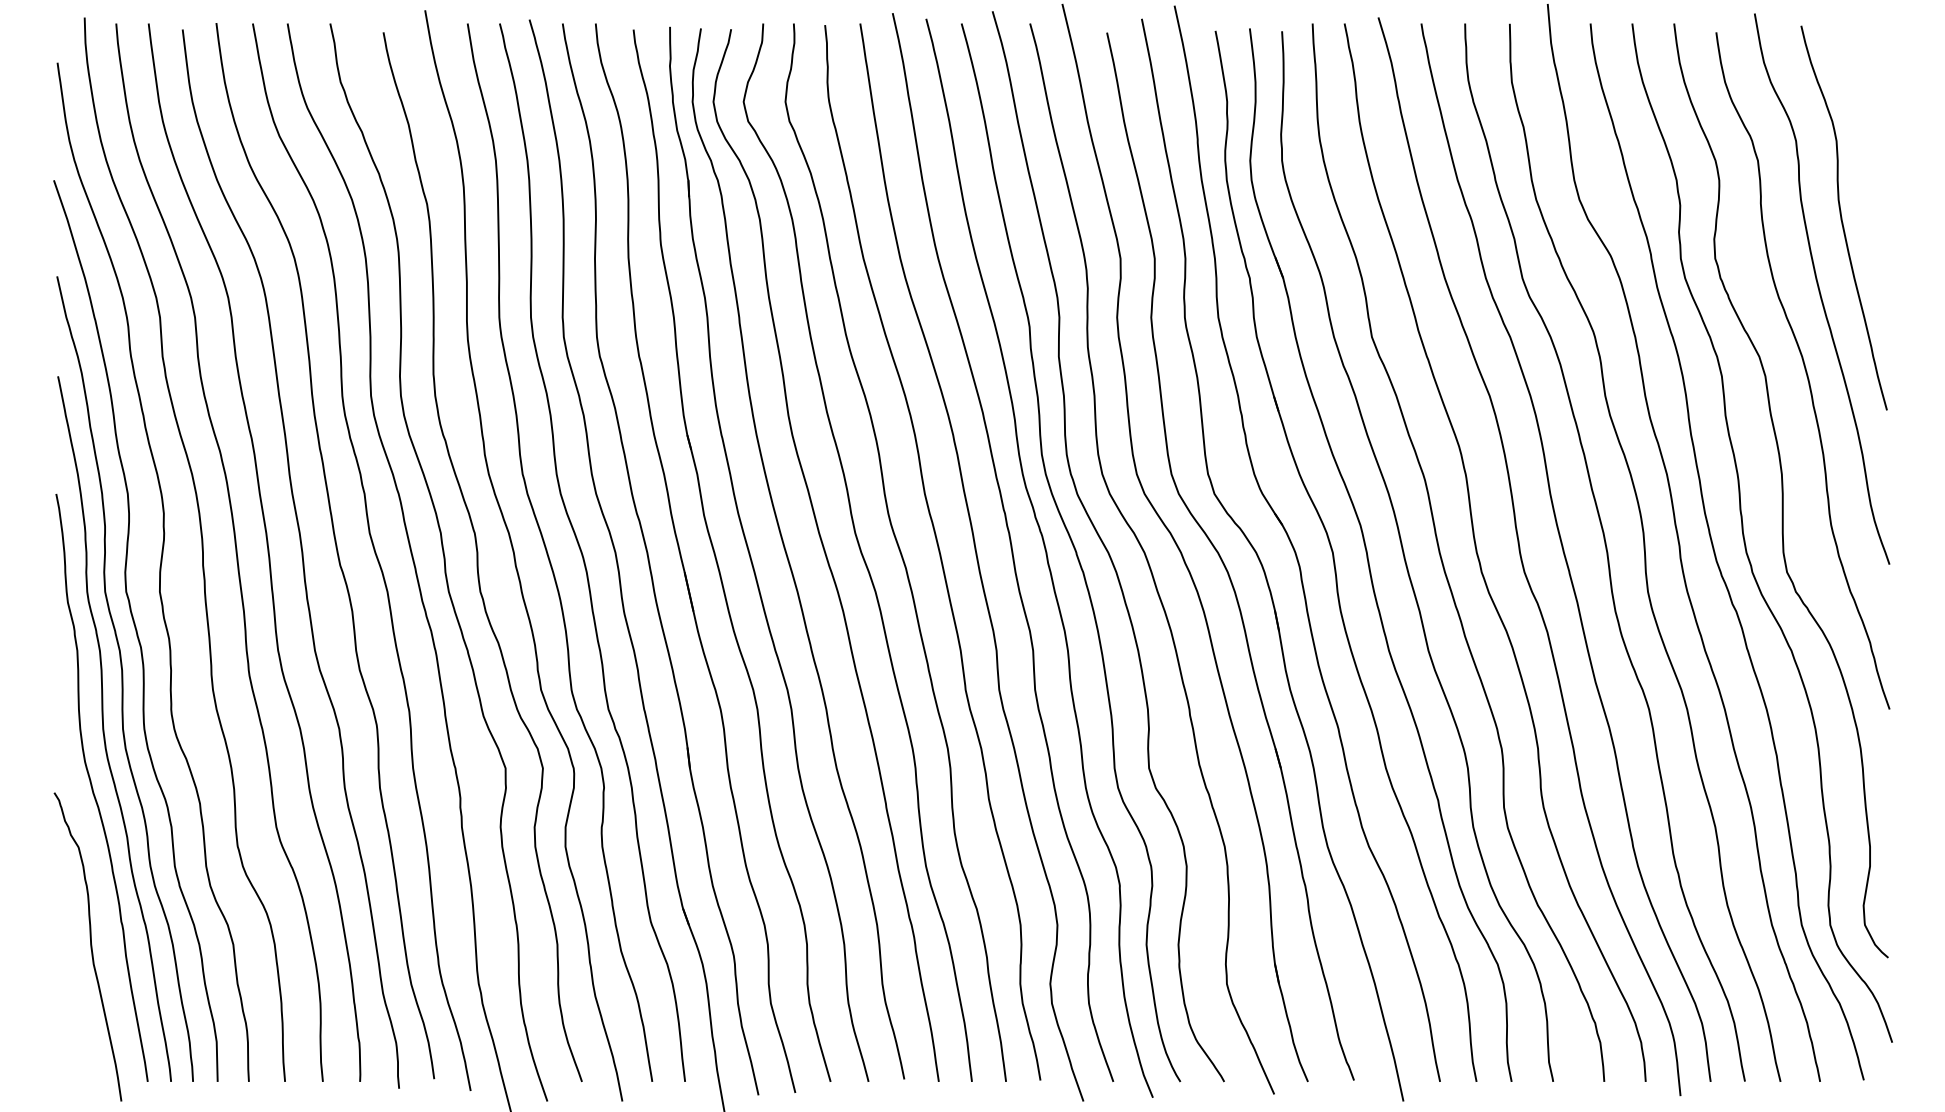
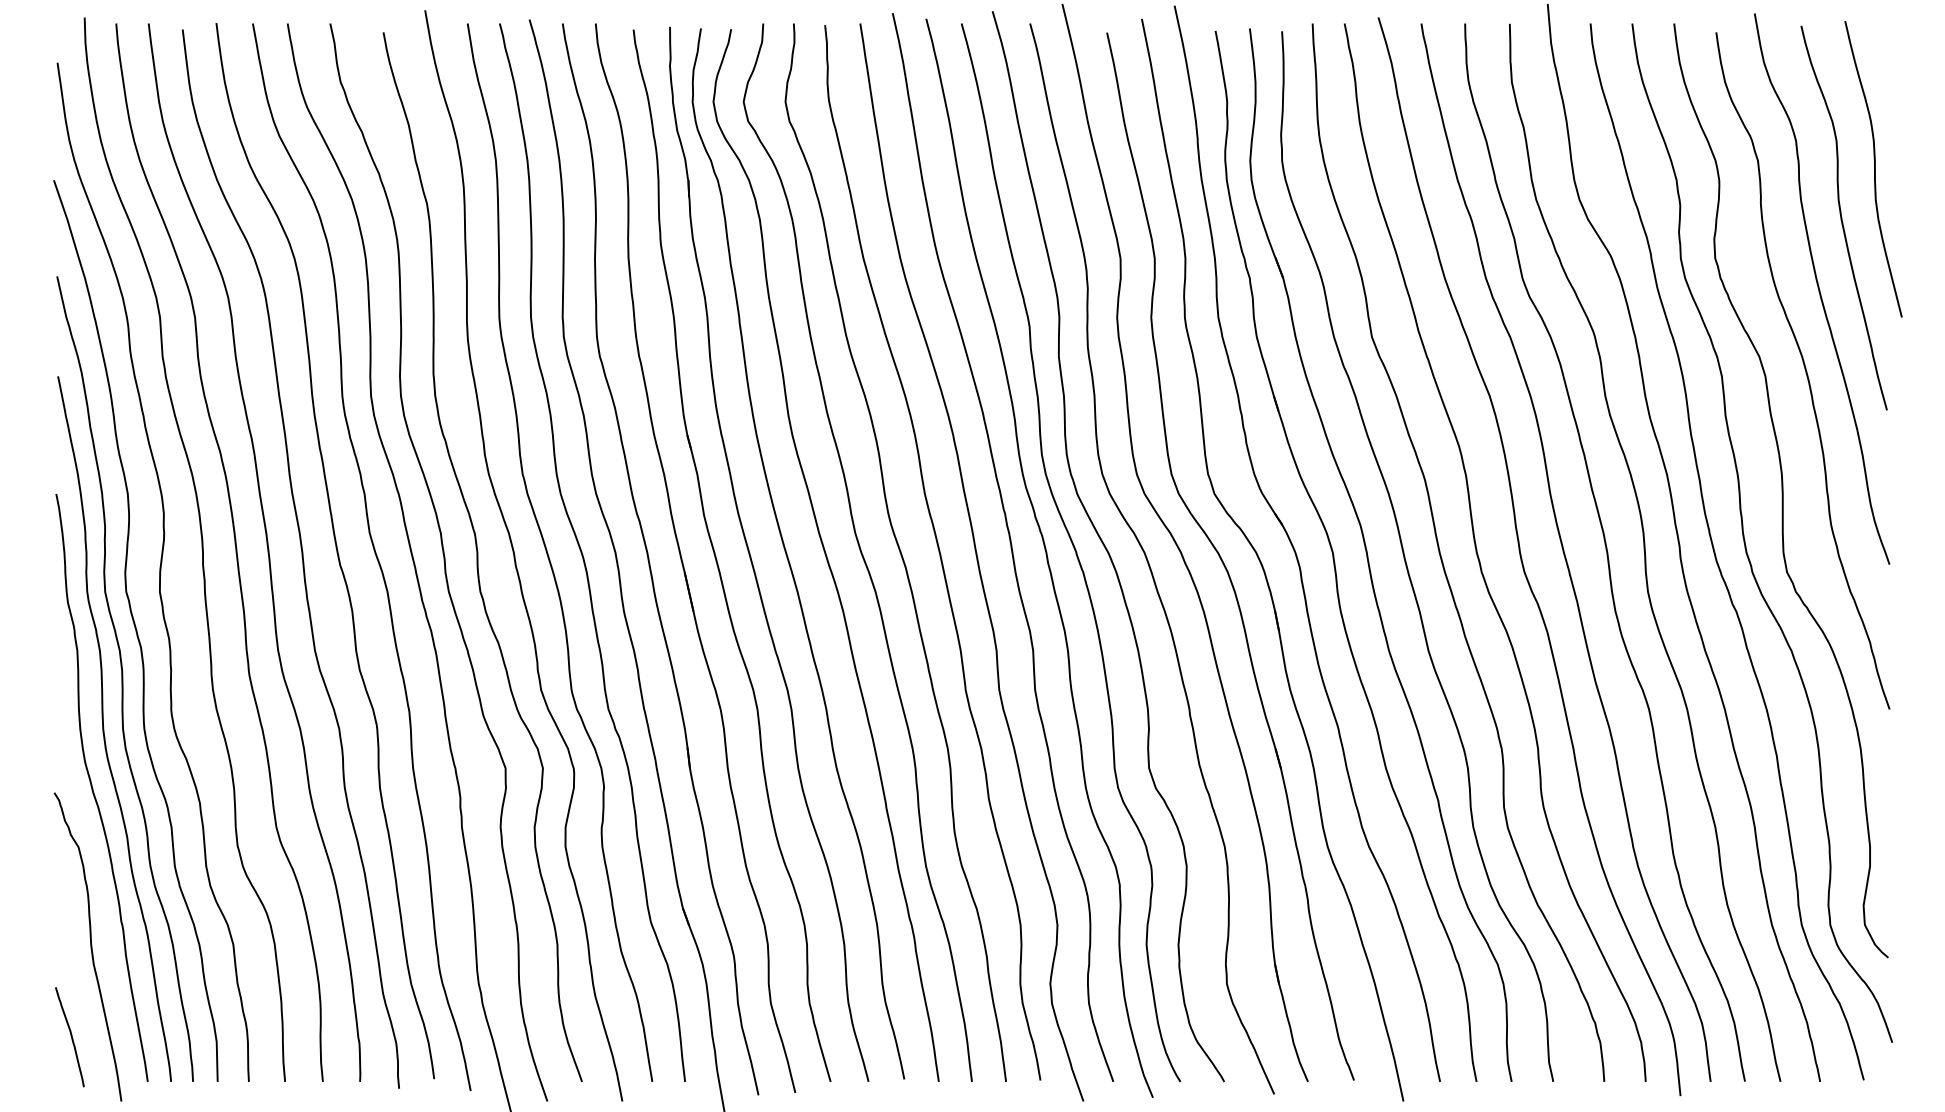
curve at (1874, 169): none -> present
curve at (70, 1036): none -> present
